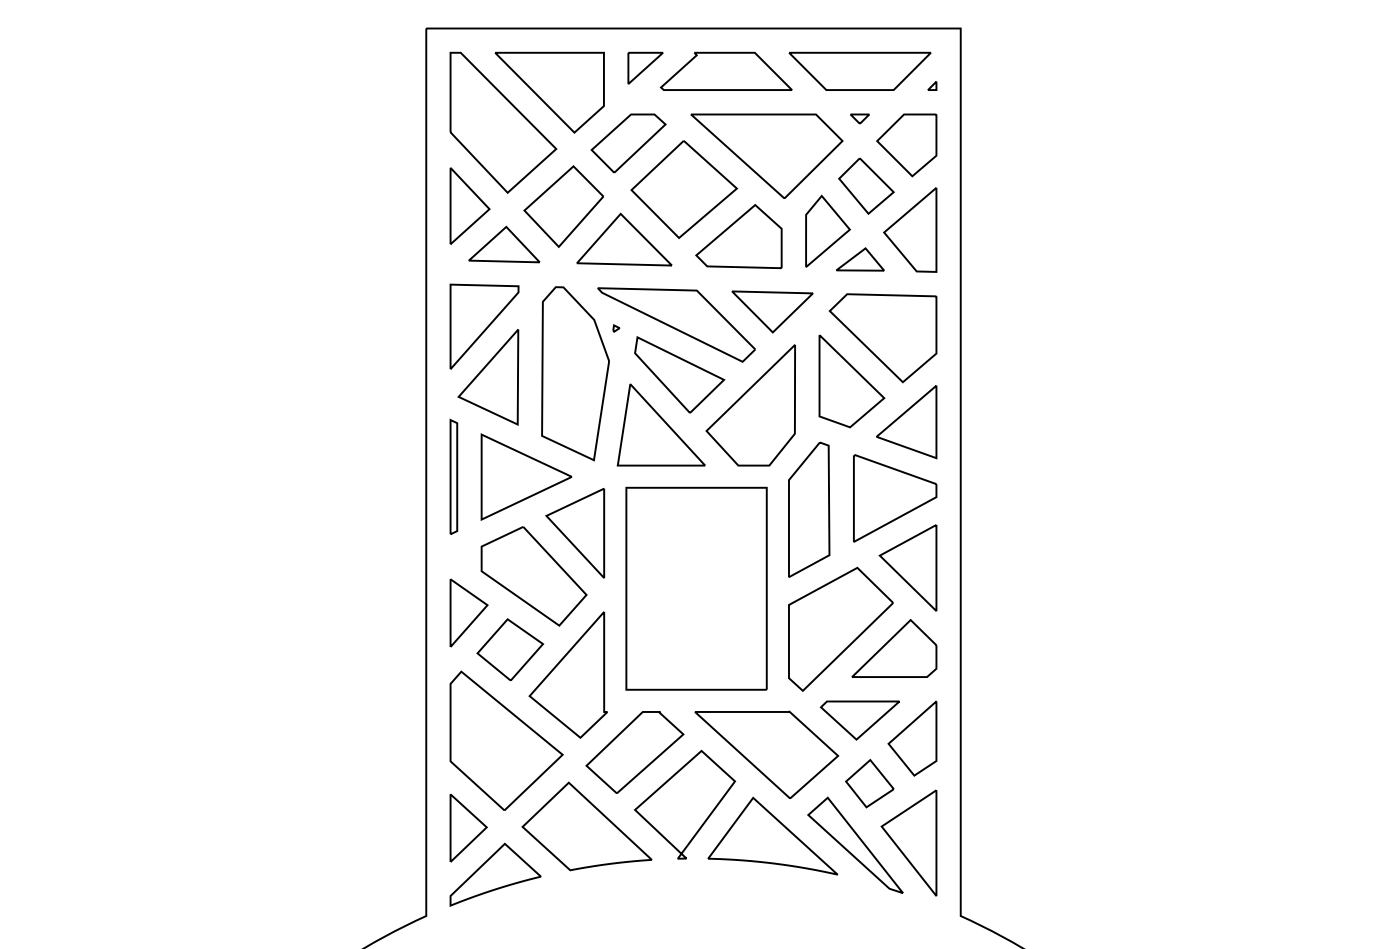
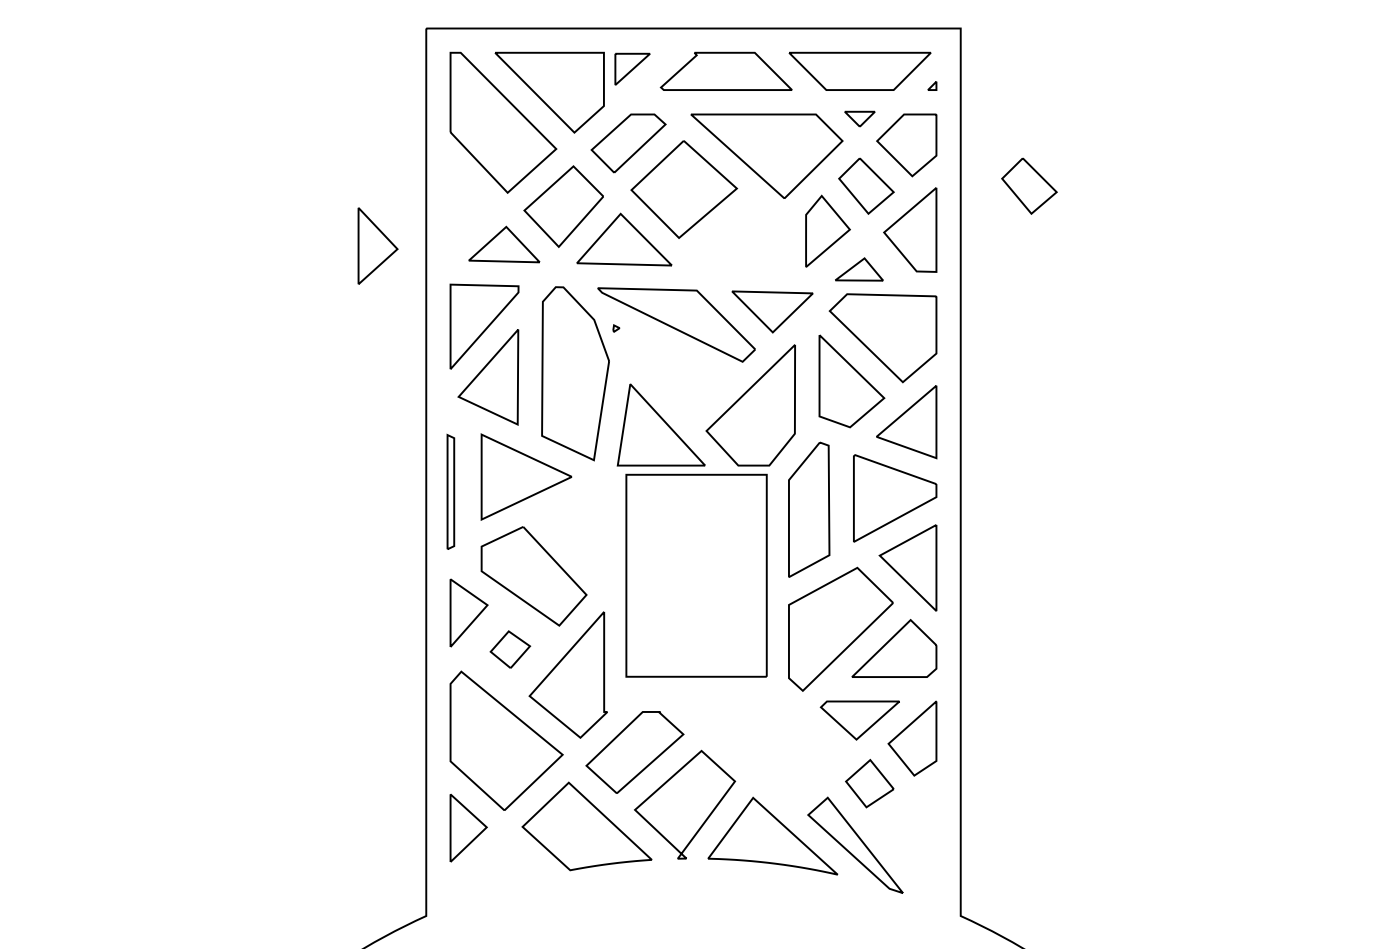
part at (645, 67) position: (645, 67) -> (632, 68)
part at (859, 118) size: 20x12 px -> 32x18 px
part at (1029, 185): none -> present
part at (469, 205) position: (469, 205) -> (377, 245)
part at (738, 236): present -> none
part at (860, 259) position: (860, 259) -> (859, 269)
part at (679, 374): present -> none
part at (453, 476) position: (453, 476) -> (450, 491)
part at (575, 533): present -> none
part at (696, 588) position: (696, 588) -> (696, 575)
part at (510, 649) size: 69x63 px -> 43x39 px
part at (766, 754): present -> none
part at (908, 842): present -> none
part at (495, 874): present -> none
